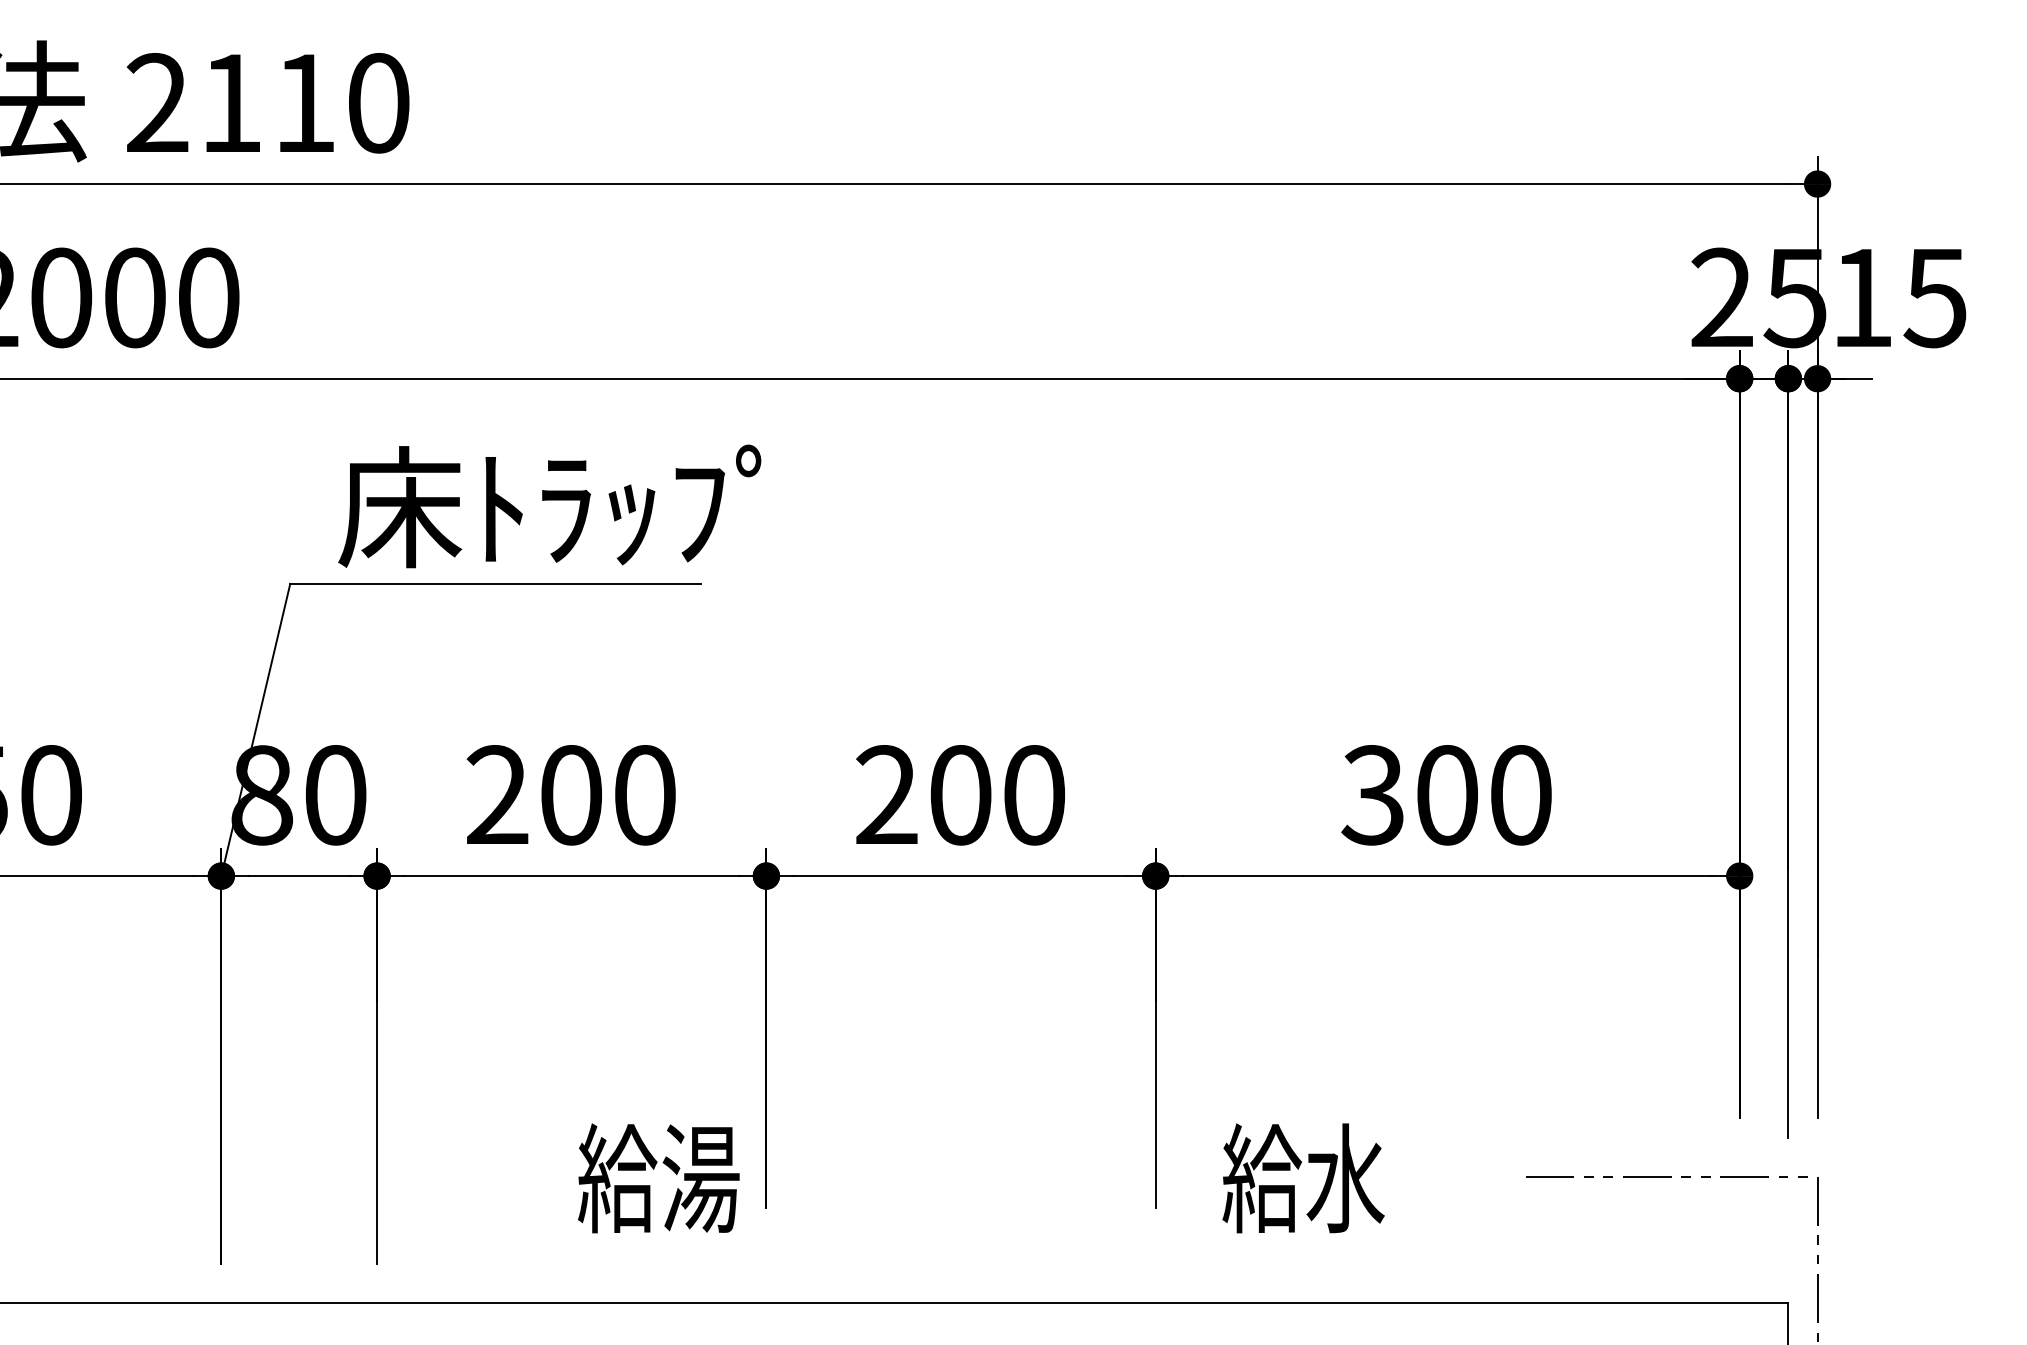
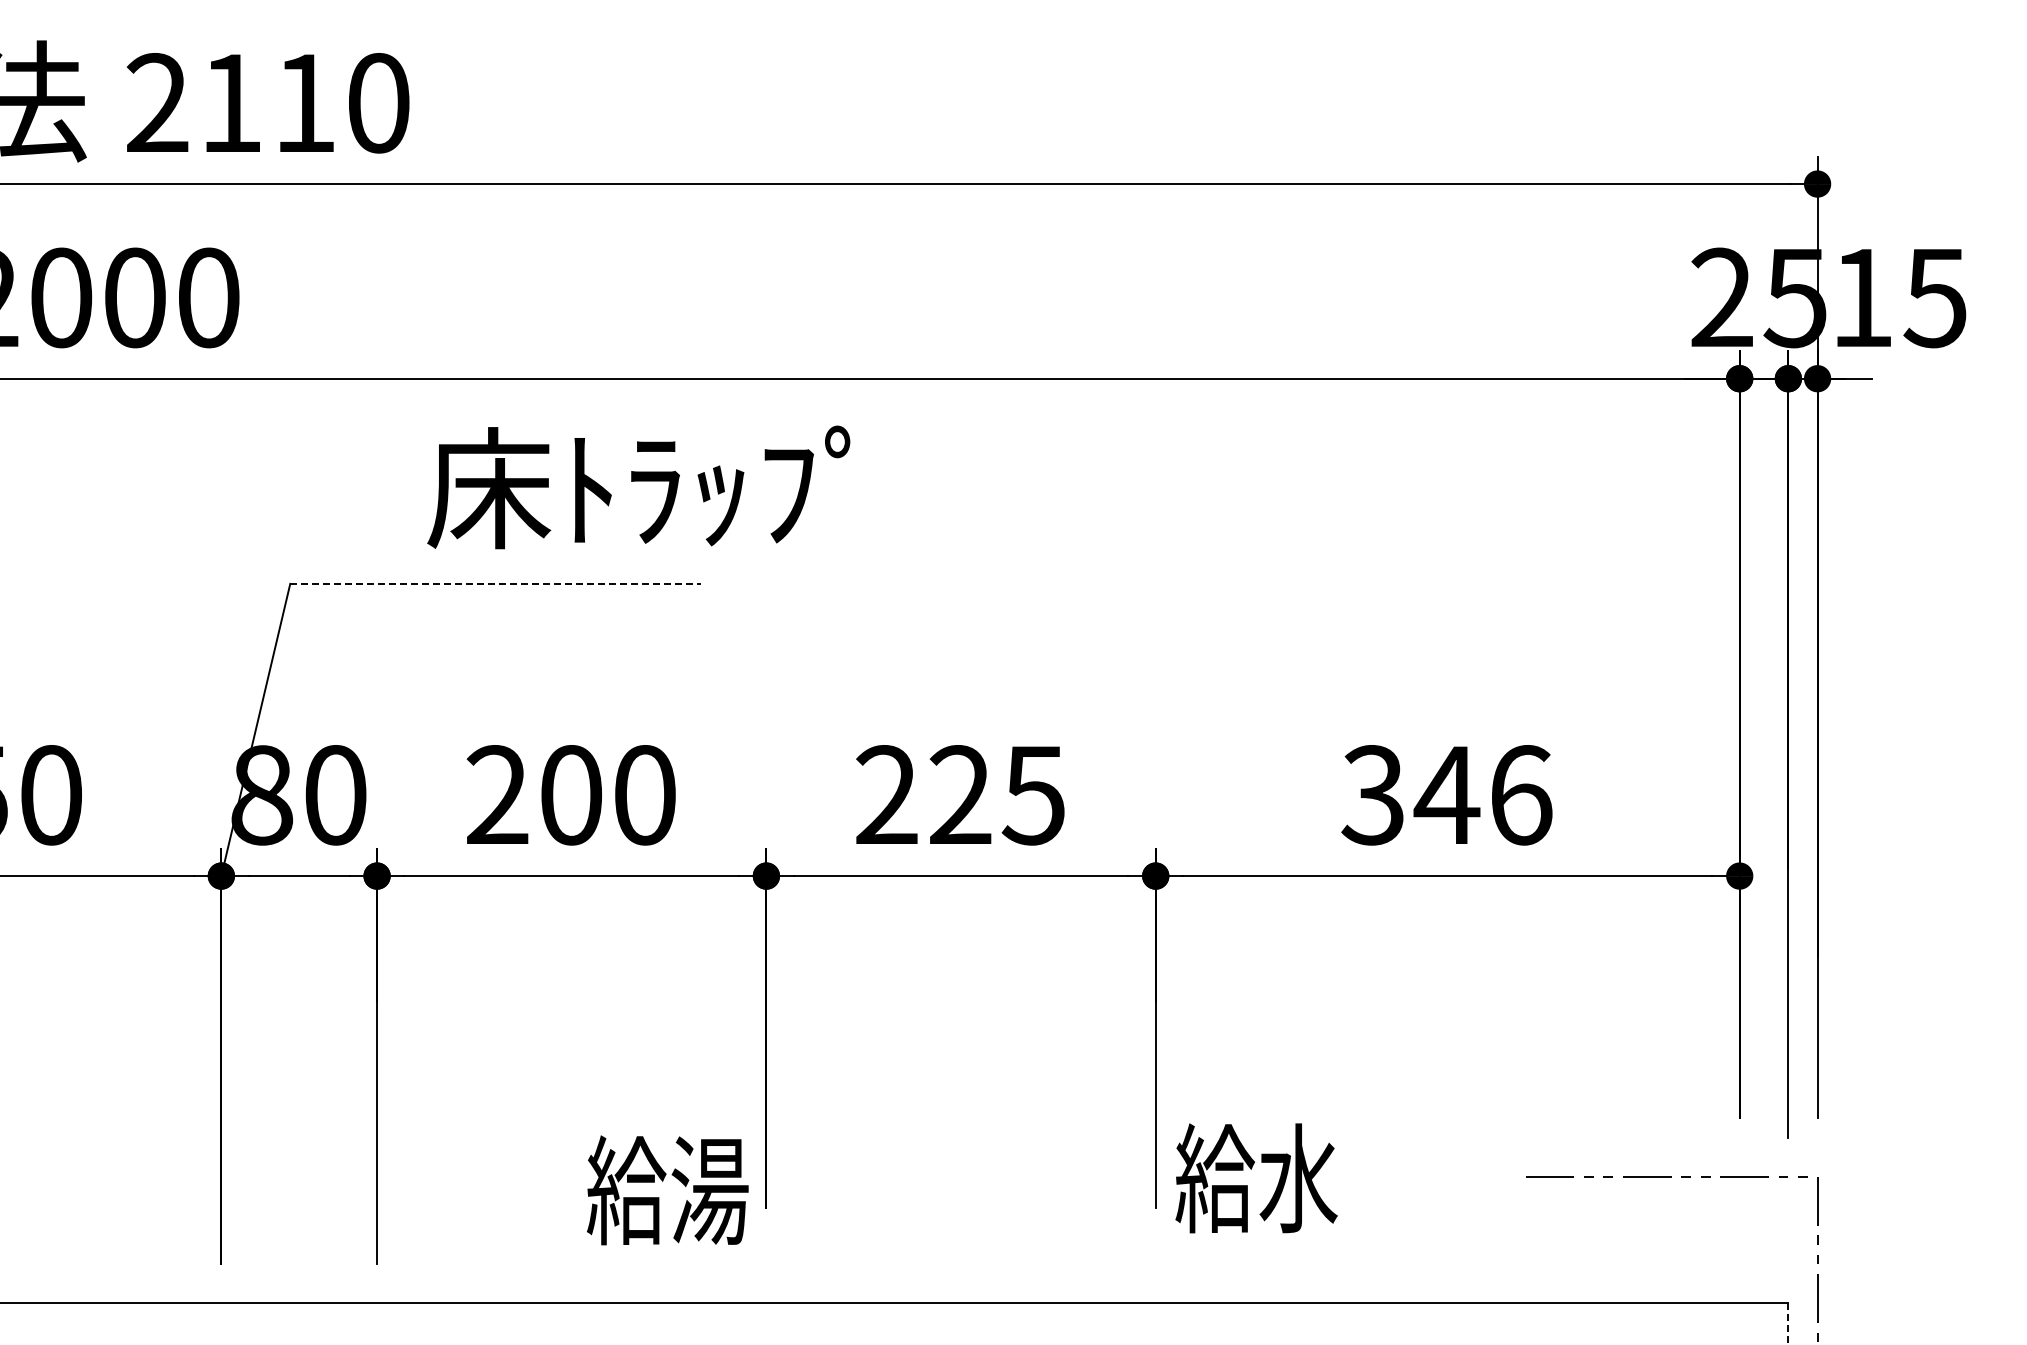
text at (549, 506) position: (549, 506) -> (638, 487)
line at (496, 583): solid -> dashed
text at (997, 795): 200 -> 225
text at (1482, 795): 300 -> 346
text at (658, 1178) position: (658, 1178) -> (667, 1190)
text at (1303, 1178) position: (1303, 1178) -> (1256, 1178)
line at (1788, 1324): solid -> dashed
